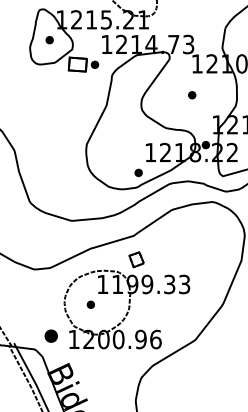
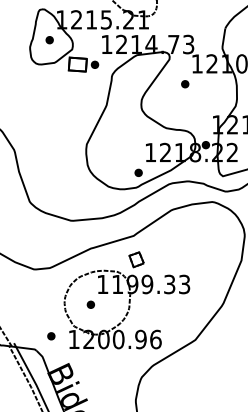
part at (192, 95) position: (192, 95) -> (185, 84)
part at (50, 335) size: 14x14 px -> 9x9 px
